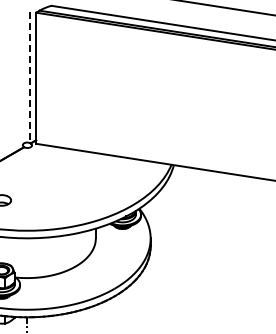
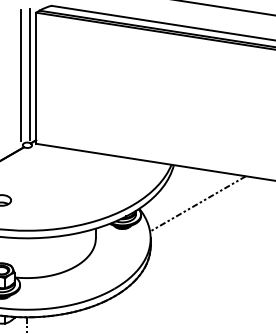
line at (29, 74): dashed -> solid
line at (20, 75): none -> present
line at (197, 203): none -> present
